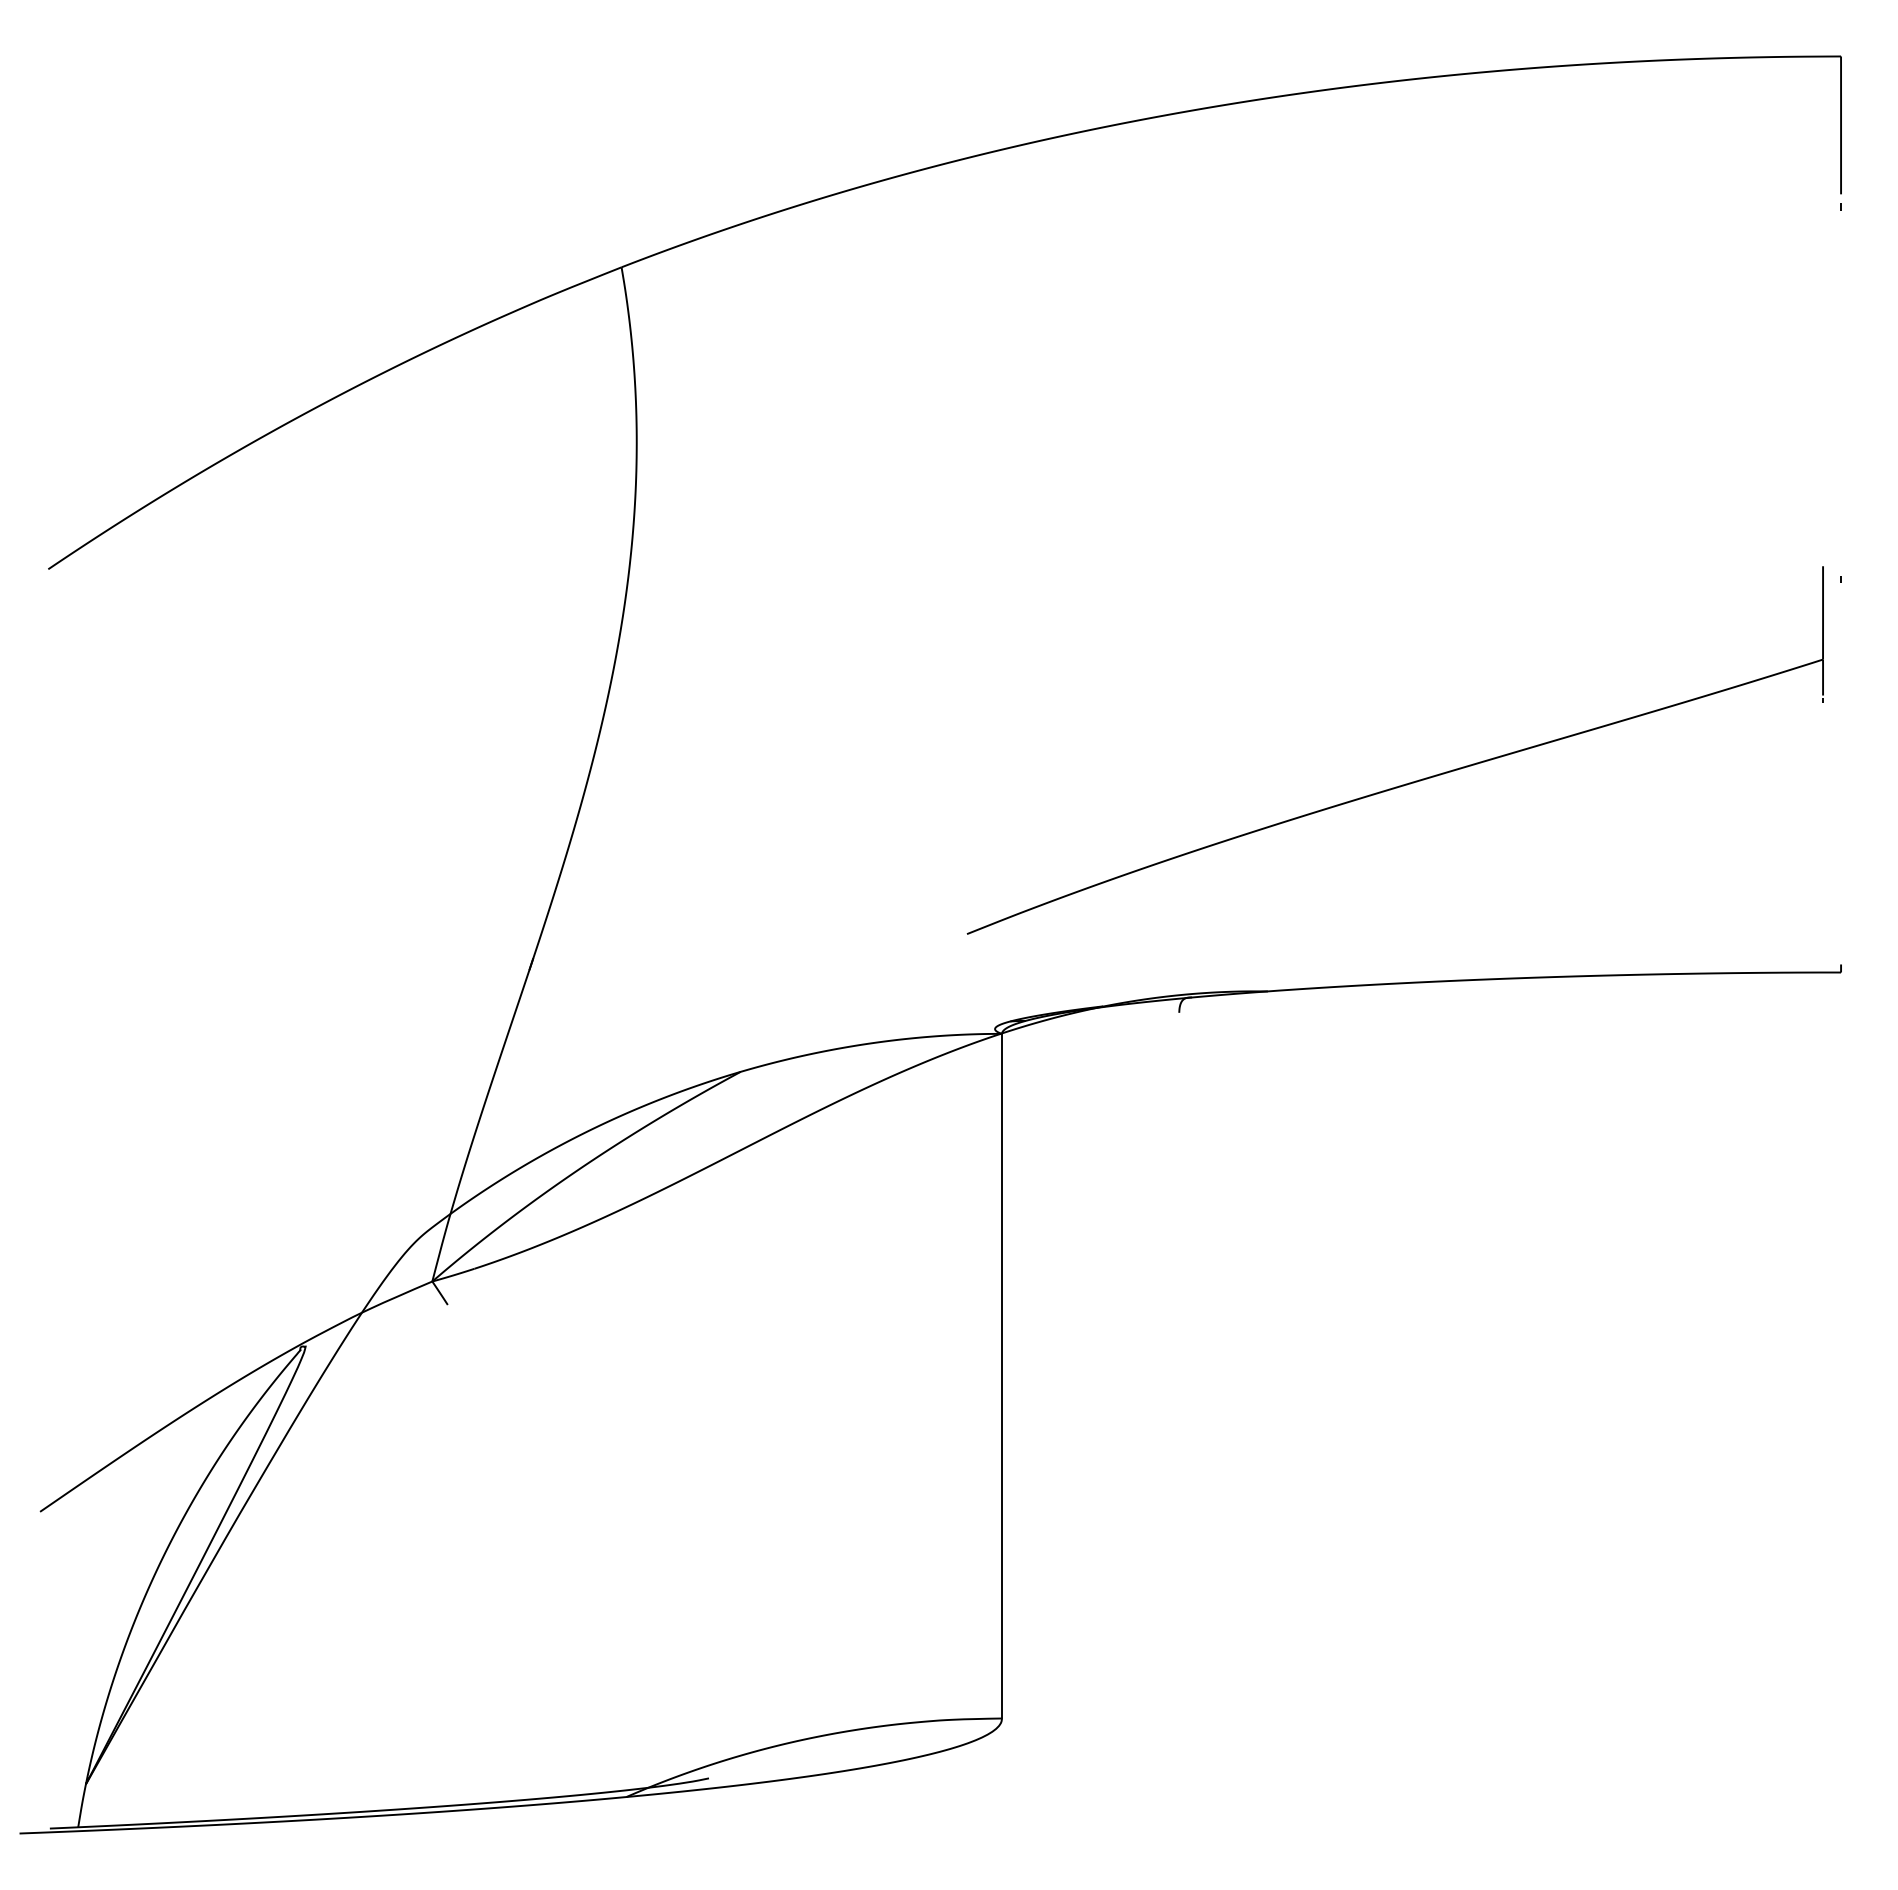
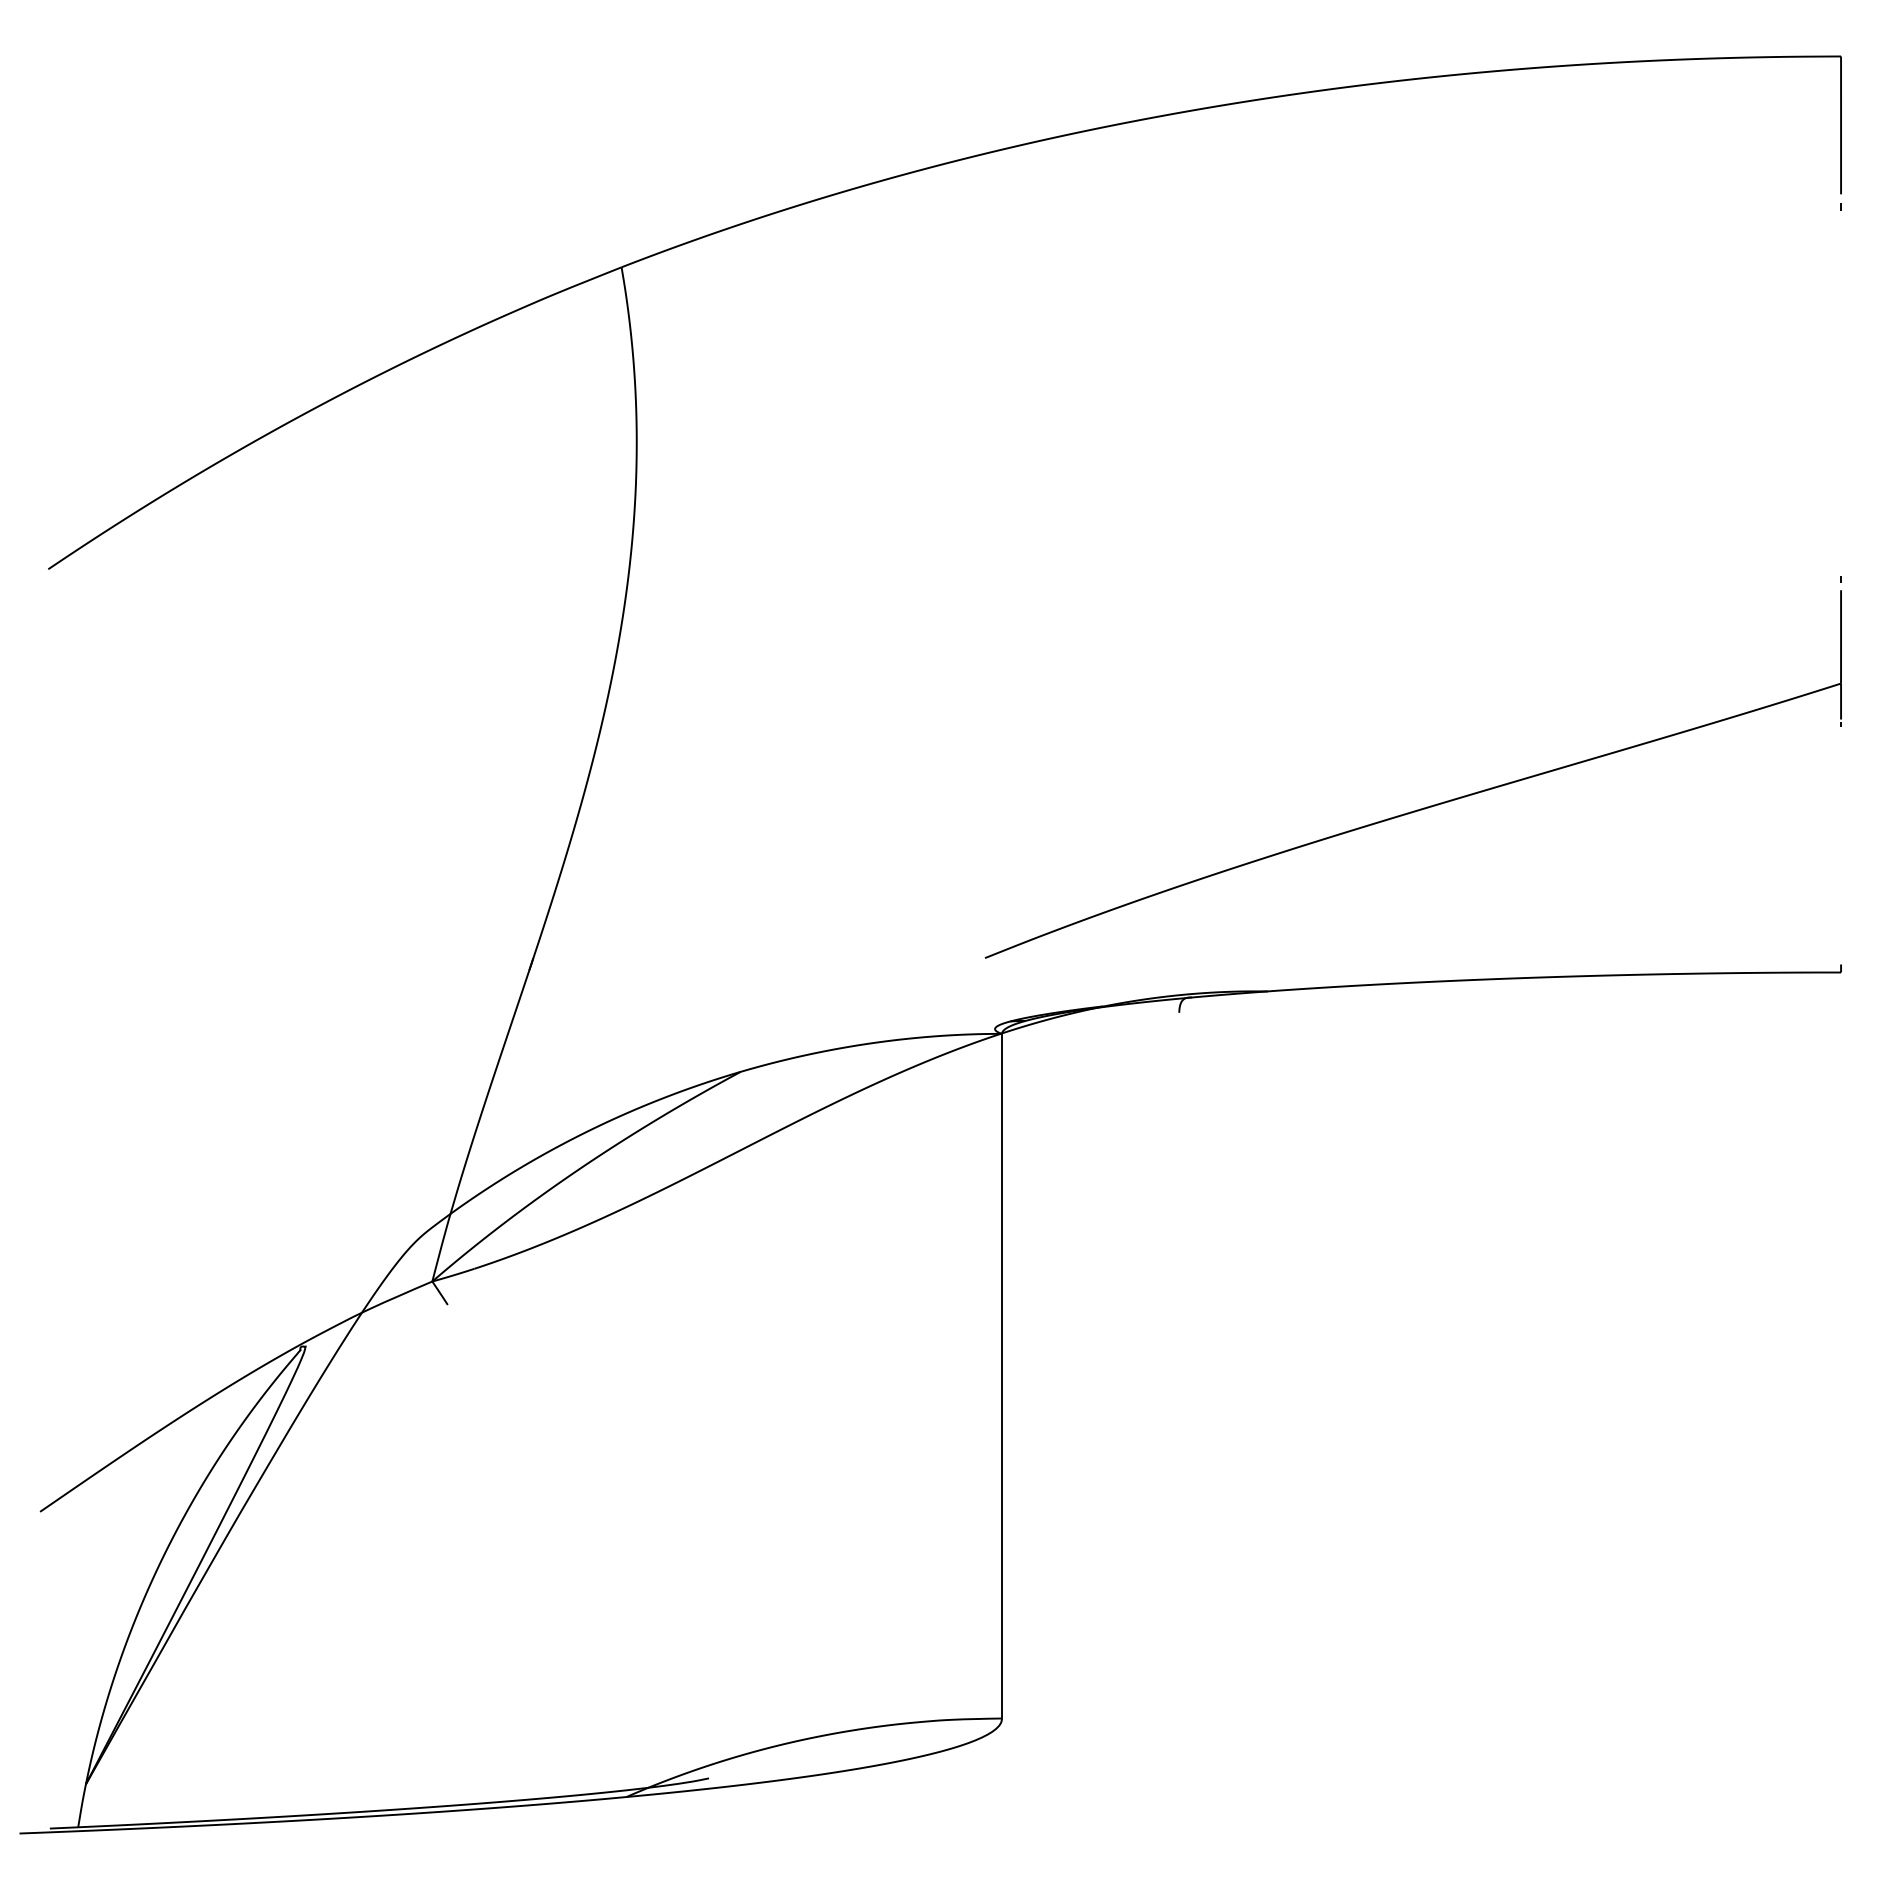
part at (1405, 783) position: (1405, 783) -> (1423, 807)
